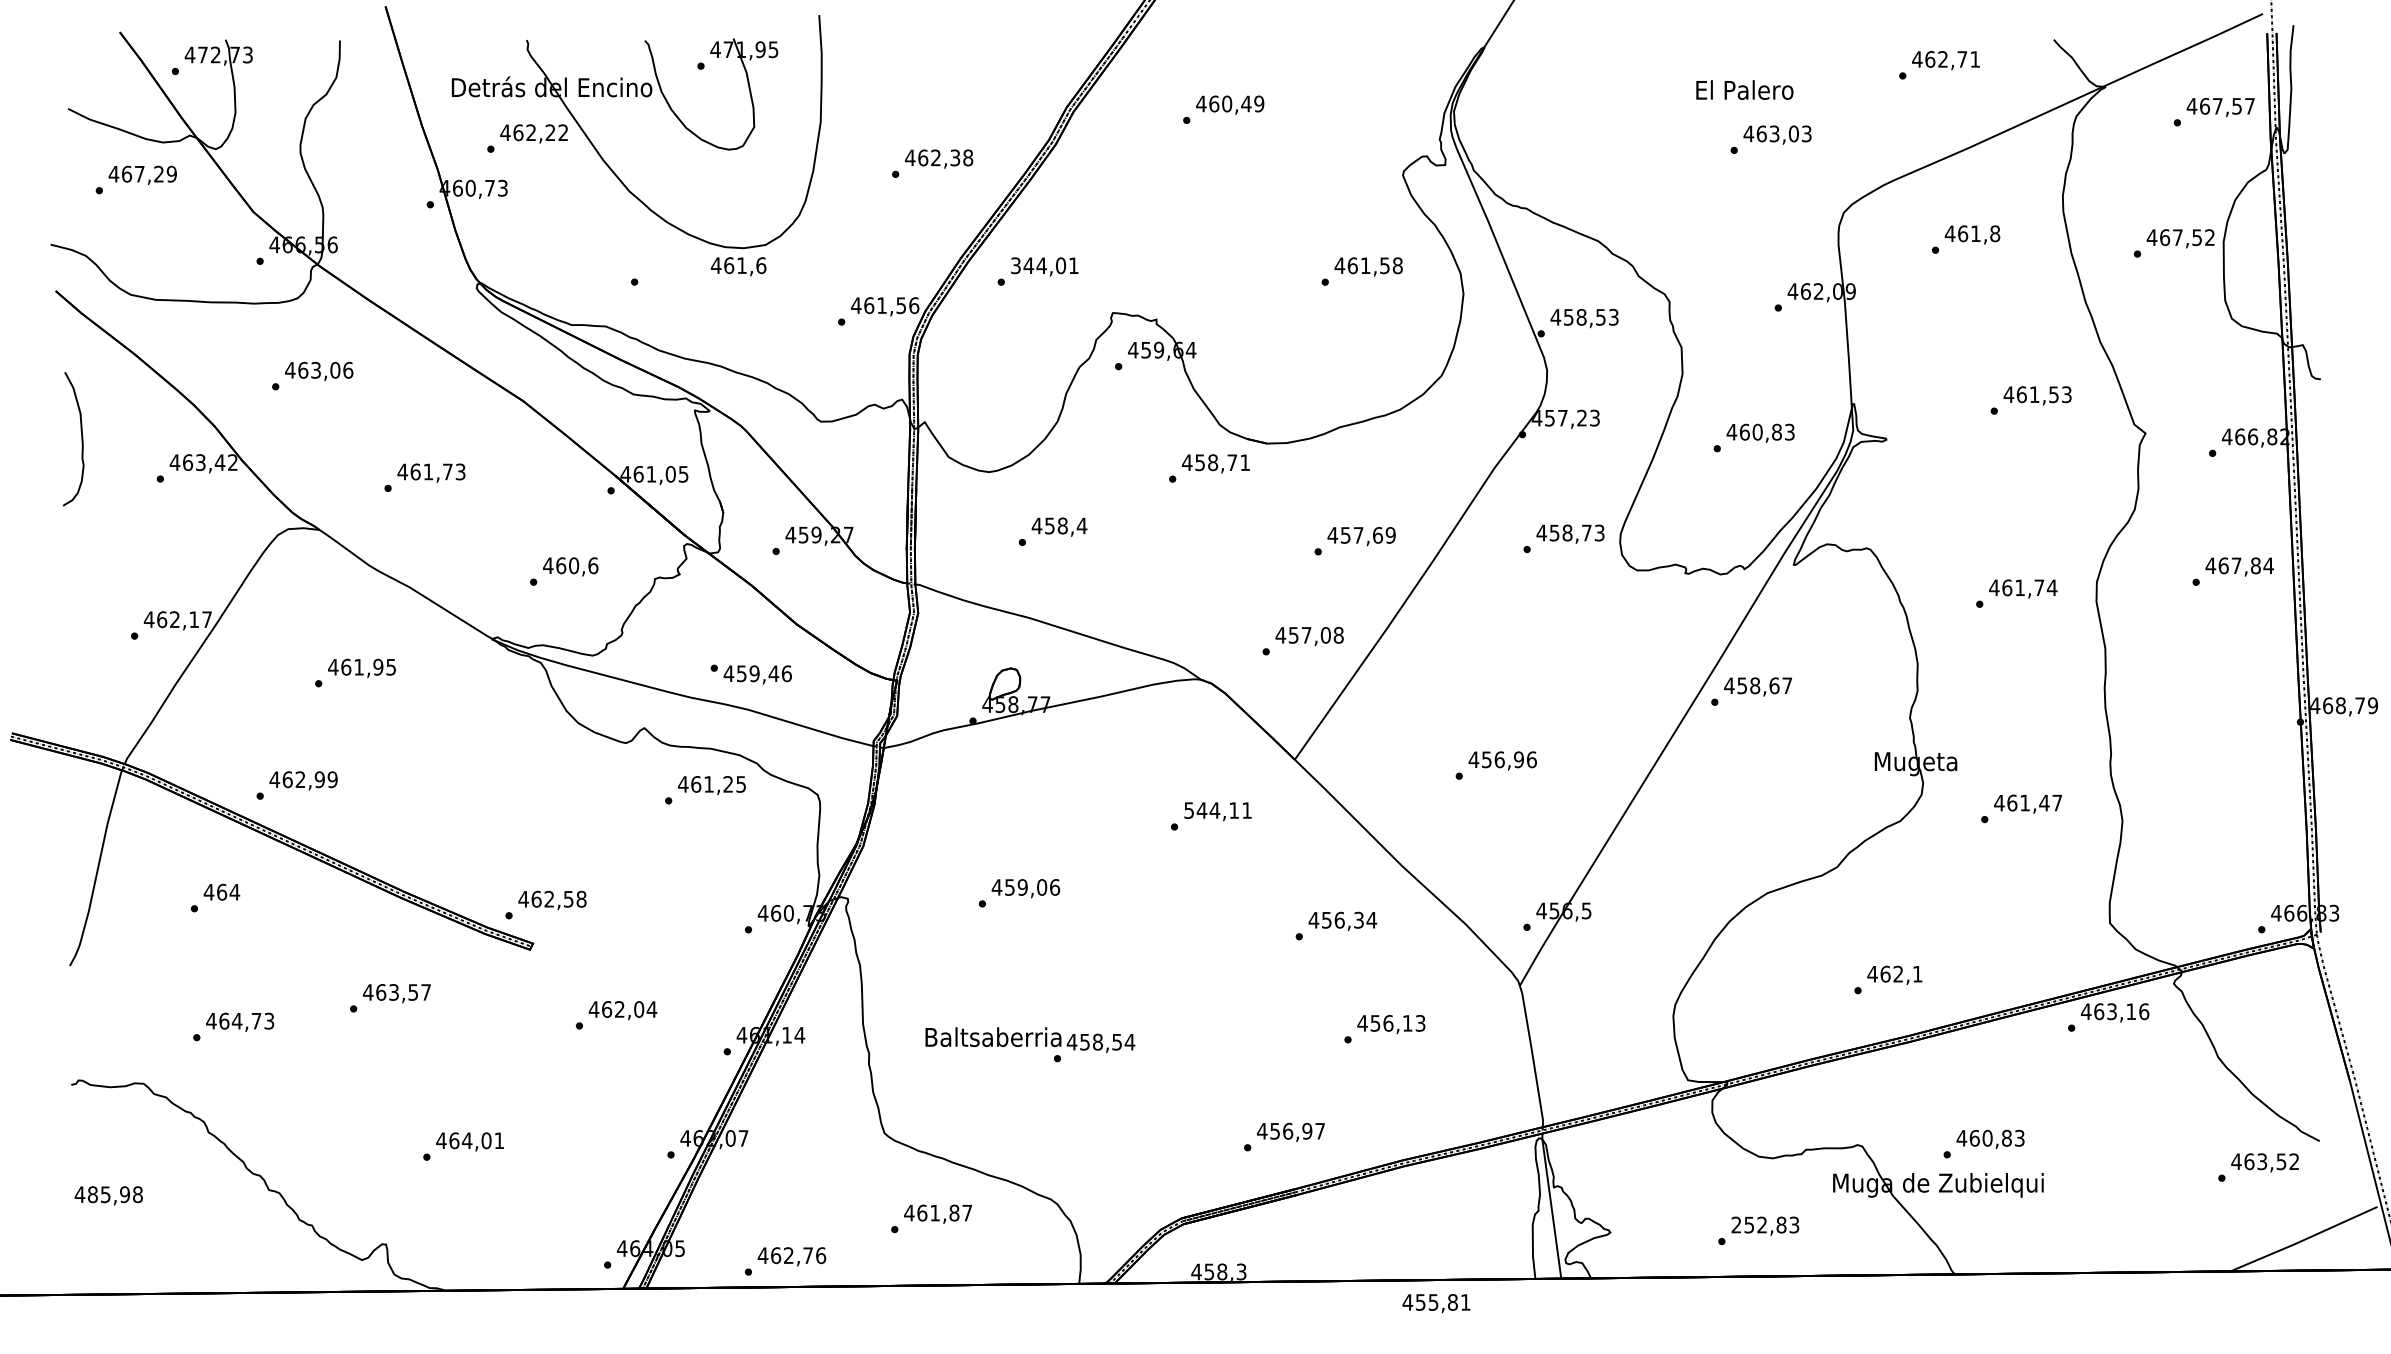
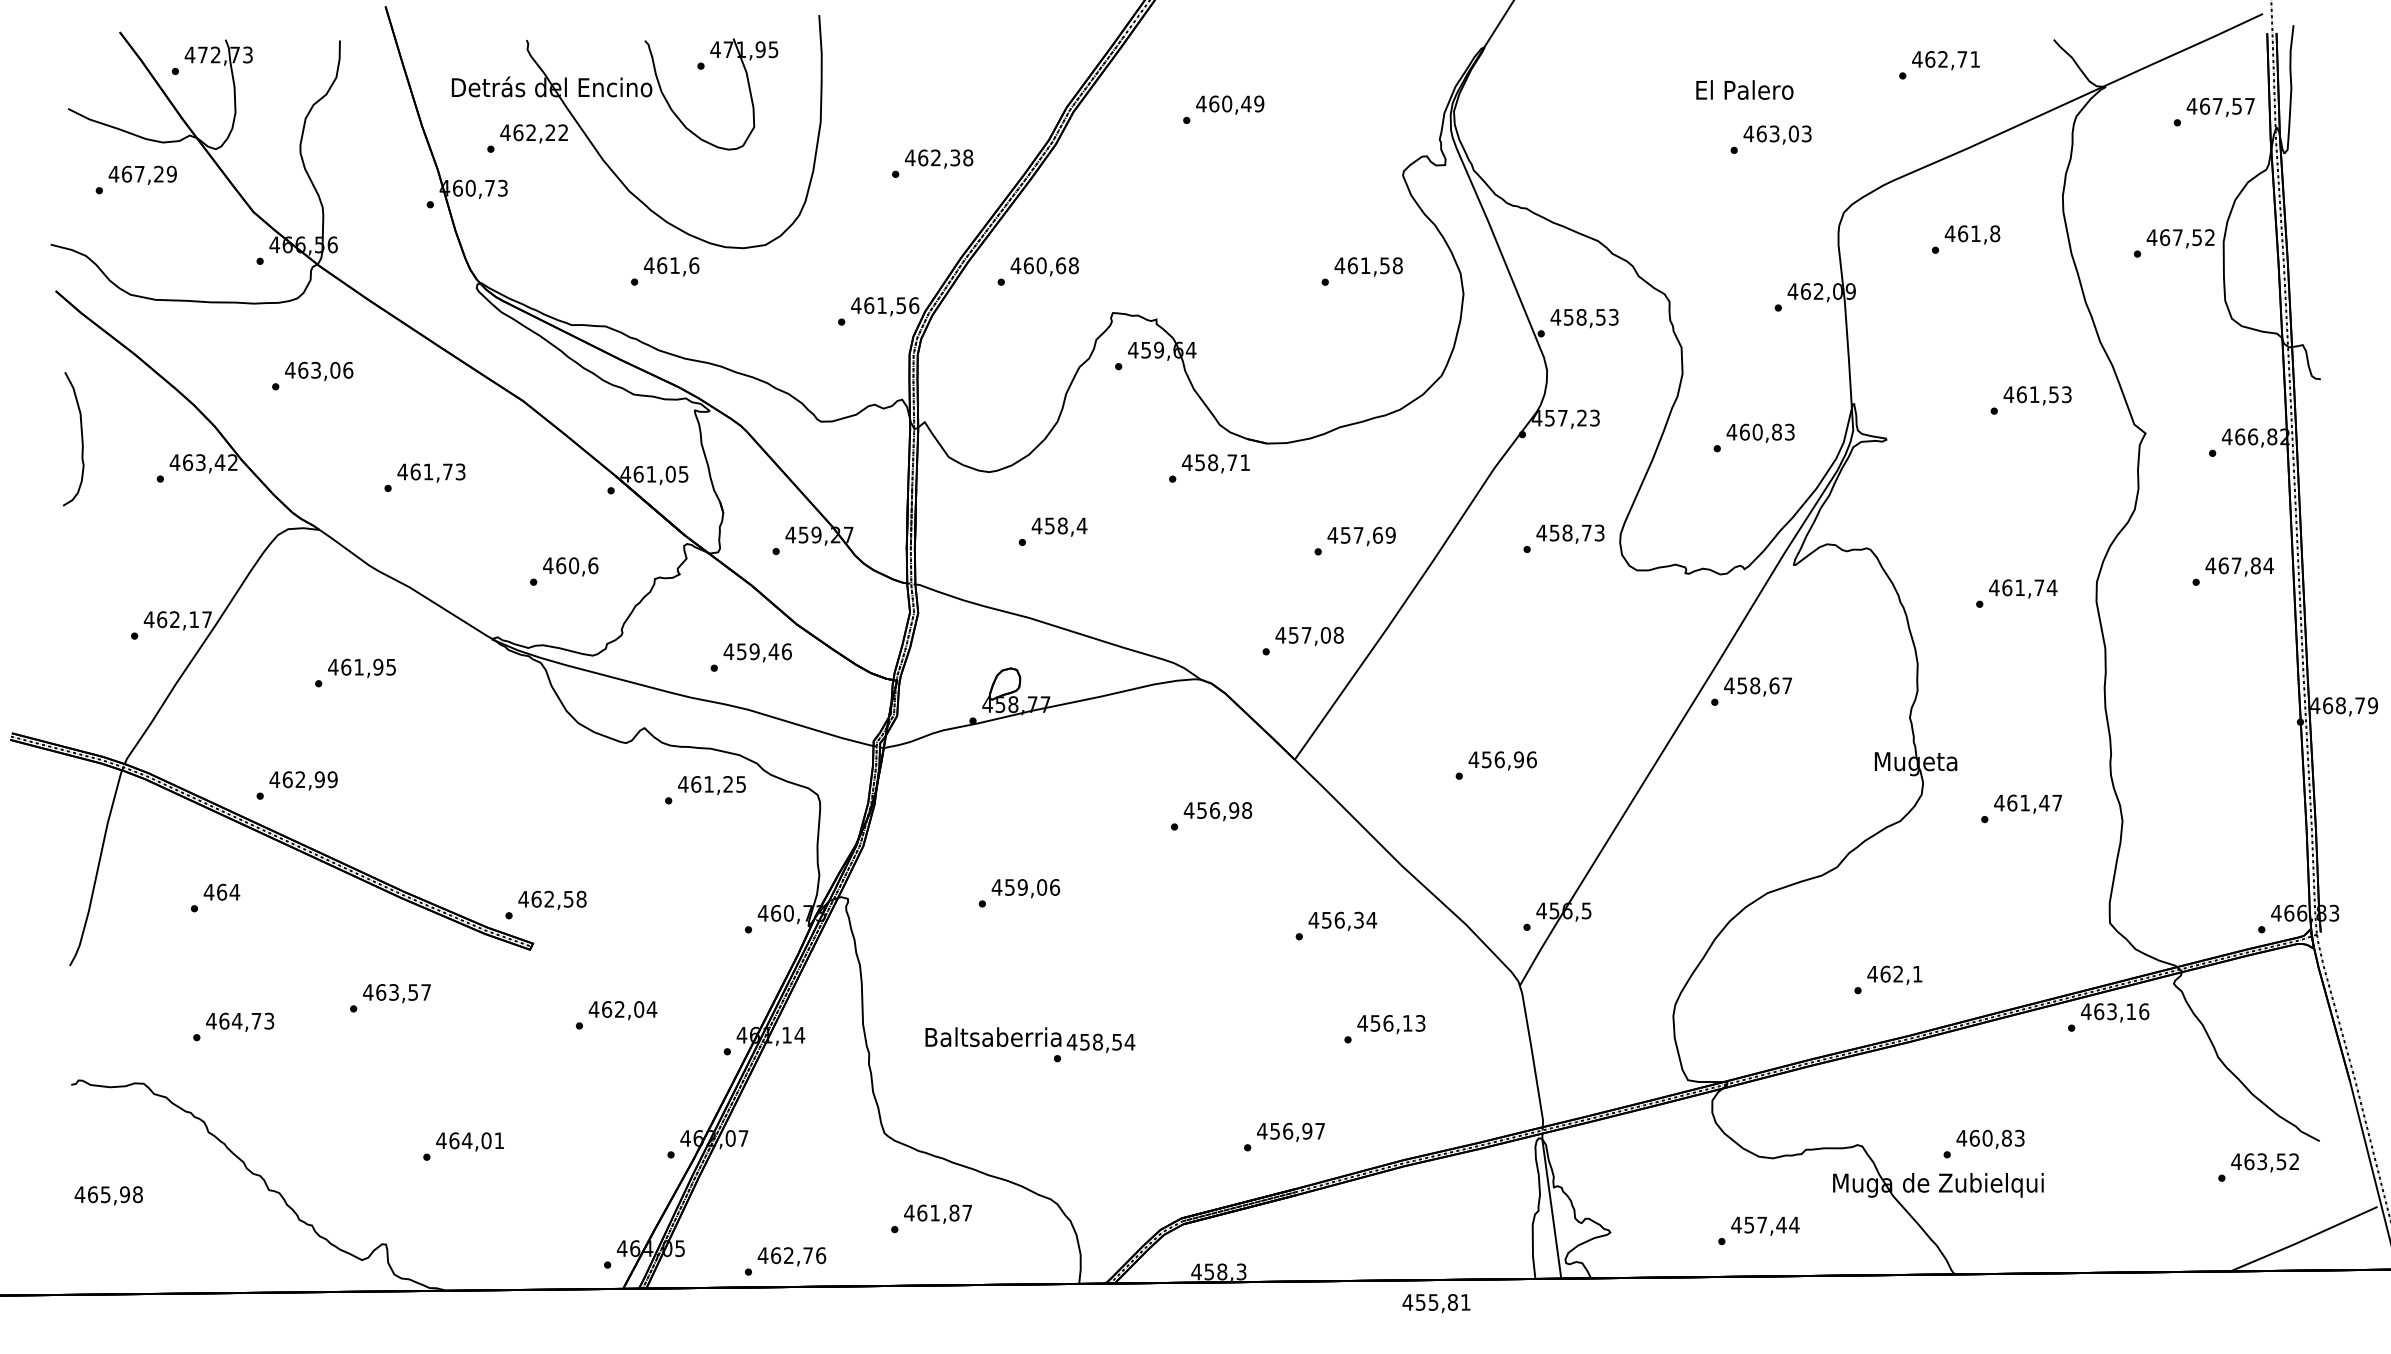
text at (1044, 265): 344,01 -> 460,68
text at (738, 266) position: (738, 266) -> (671, 266)
text at (757, 674) position: (757, 674) -> (757, 652)
text at (1217, 810): 544,11 -> 456,98
text at (92, 1194): 485,98 -> 465,98
text at (1765, 1224): 252,83 -> 457,44
